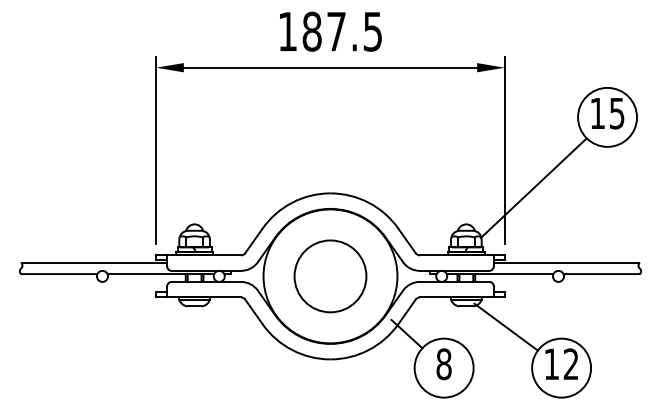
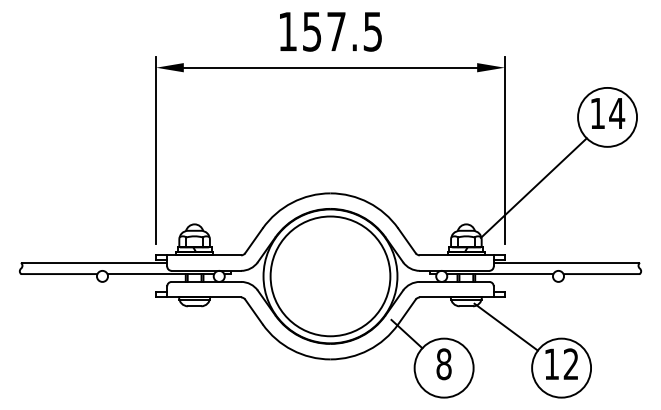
text at (311, 31): 187.5 -> 157.5
text at (617, 113): 15 -> 14
circle at (330, 276) diameter: 72 px -> 120 px
